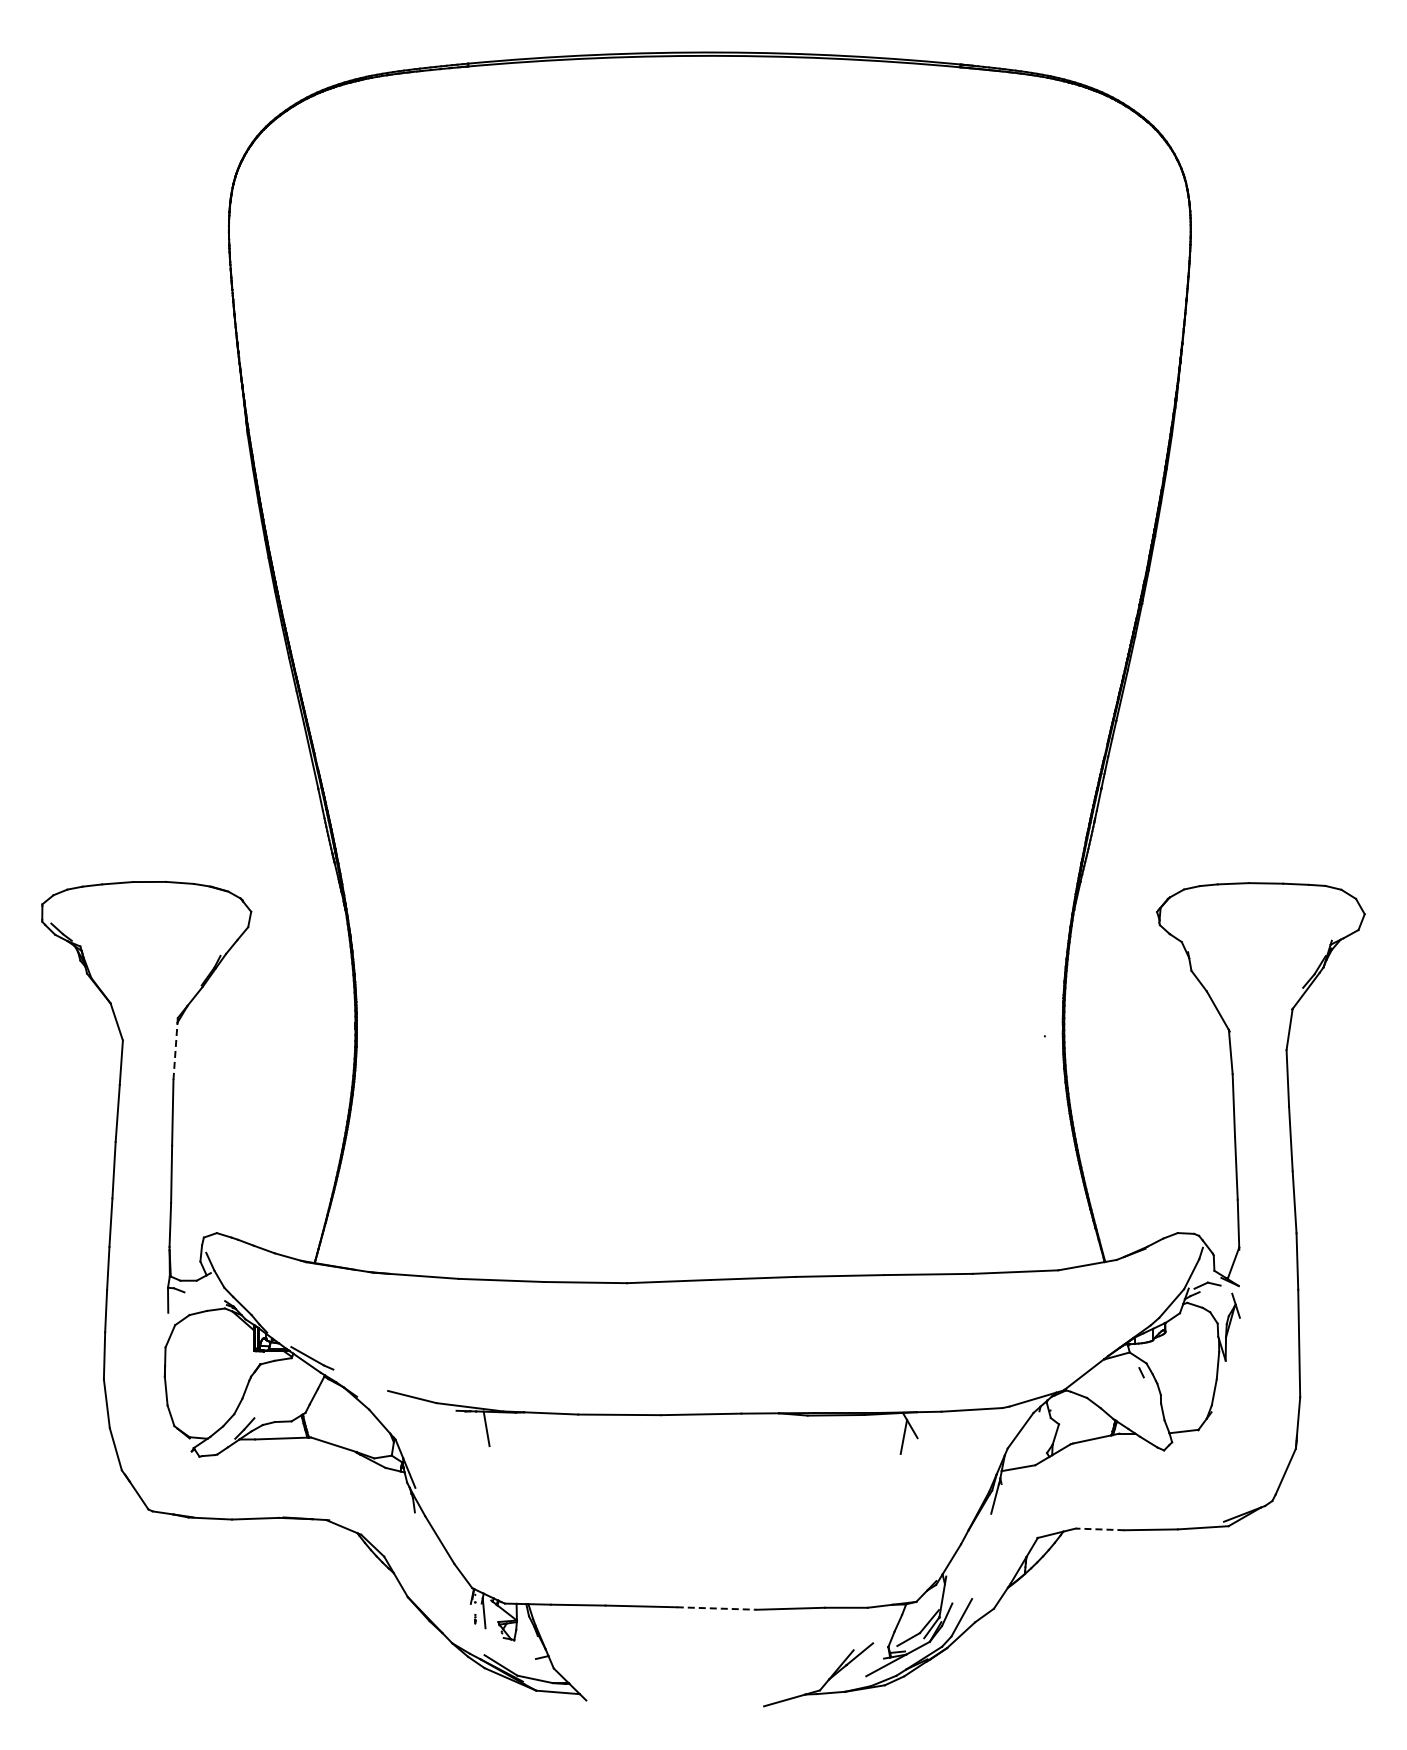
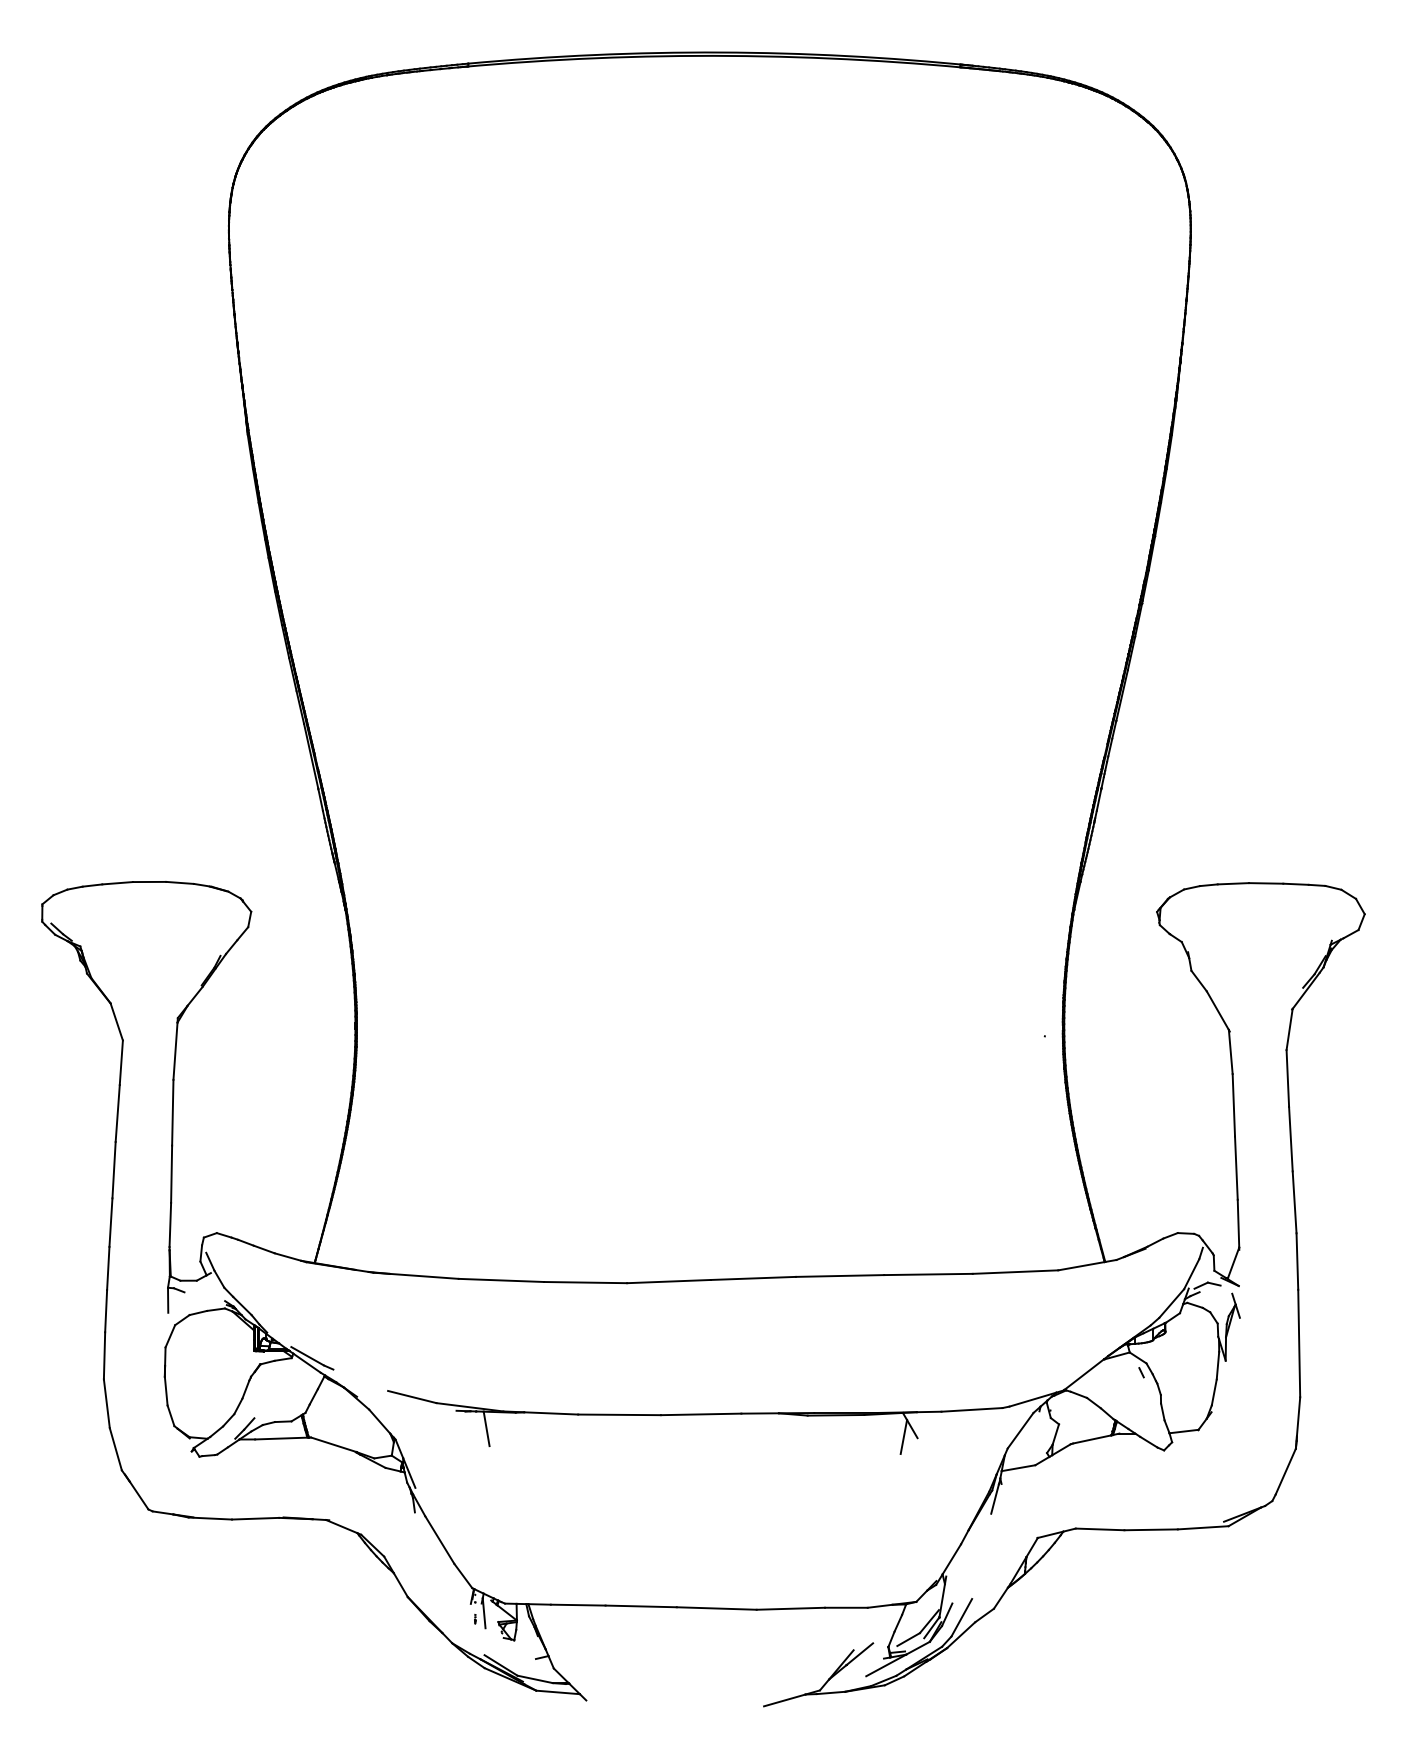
line at (175, 1051): dashed -> solid
line at (1099, 1529): dashed -> solid
line at (716, 1608): dashed -> solid
